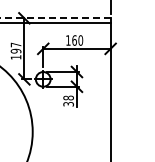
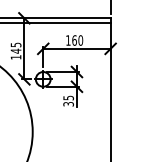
line at (55, 18): dashed -> solid
text at (15, 47): 197 -> 145
text at (68, 97): 38 -> 35
